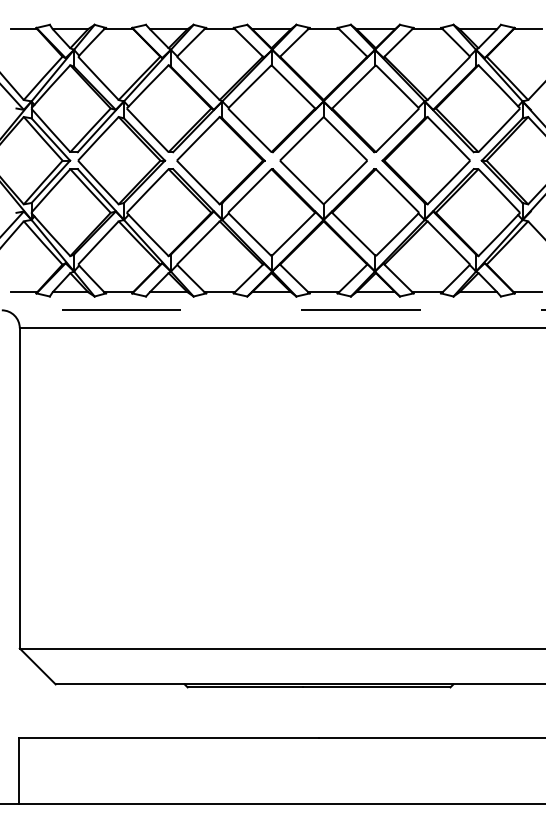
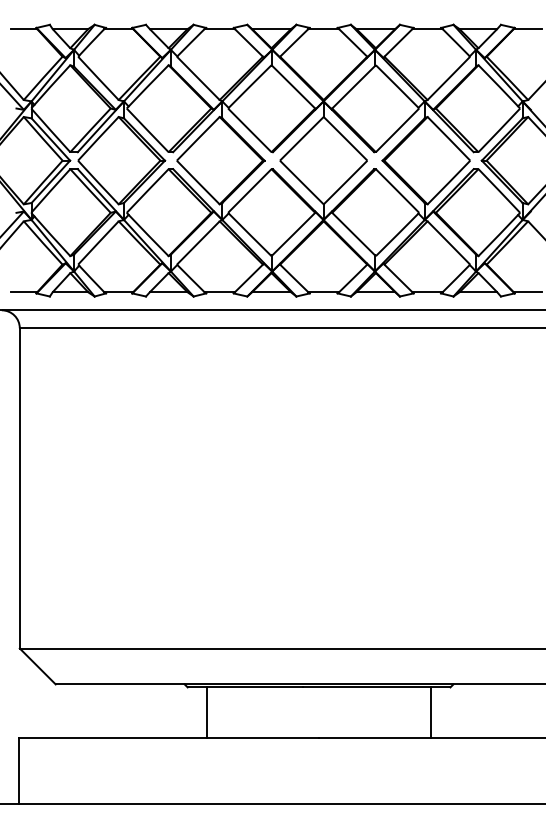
line at (273, 310): dashed -> solid
line at (207, 712): none -> present
line at (431, 712): none -> present
